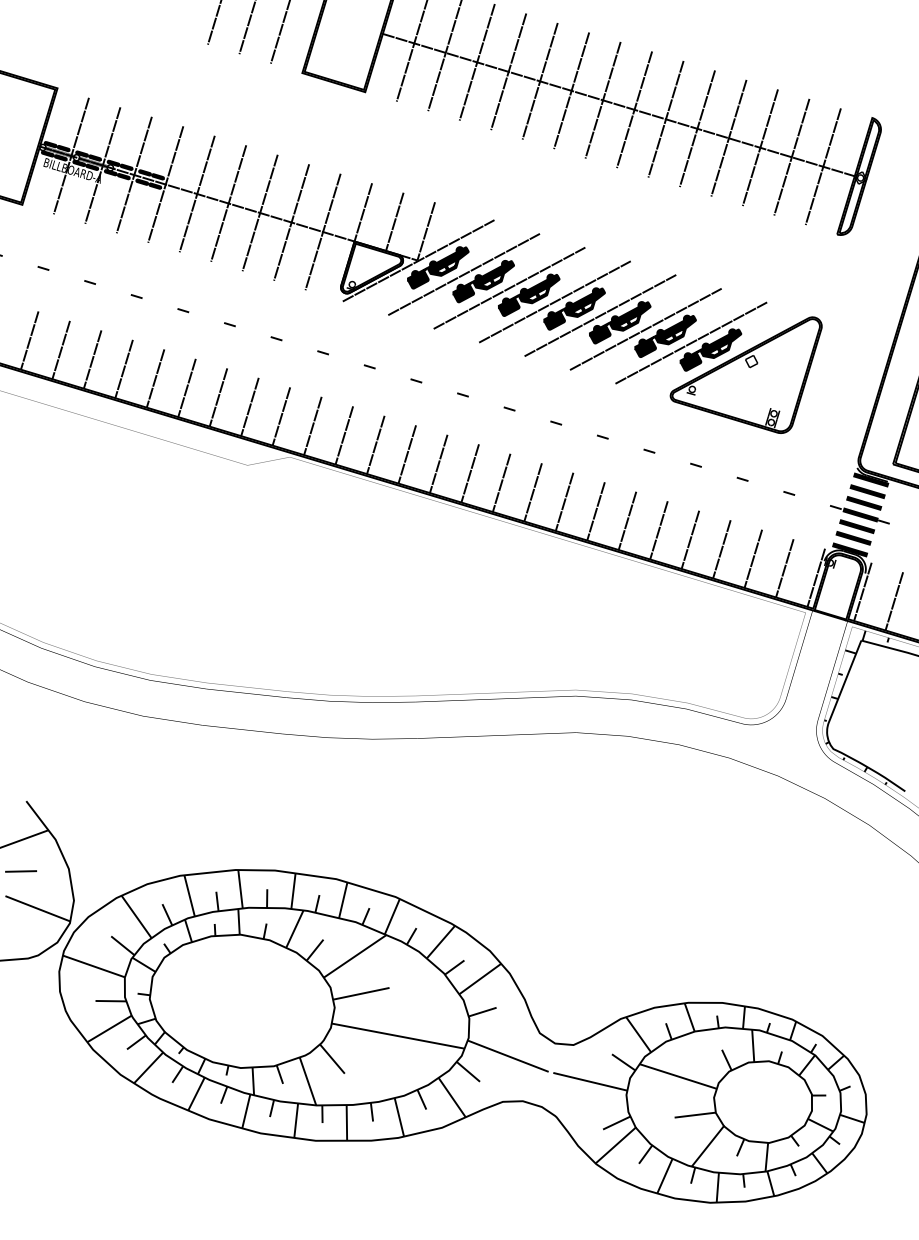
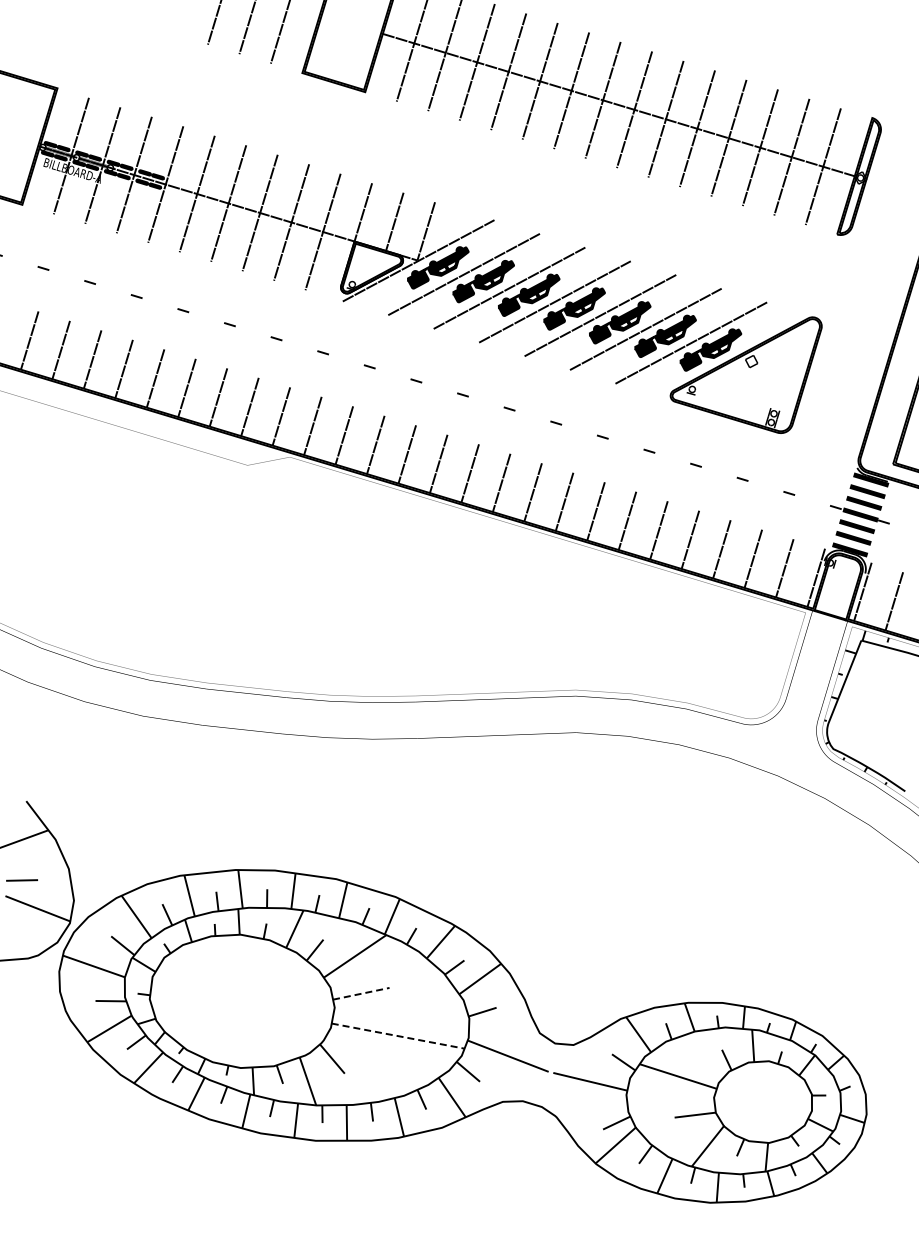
line at (20, 871) position: (20, 871) -> (21, 880)
line at (361, 993): solid -> dashed
line at (398, 1036): solid -> dashed
